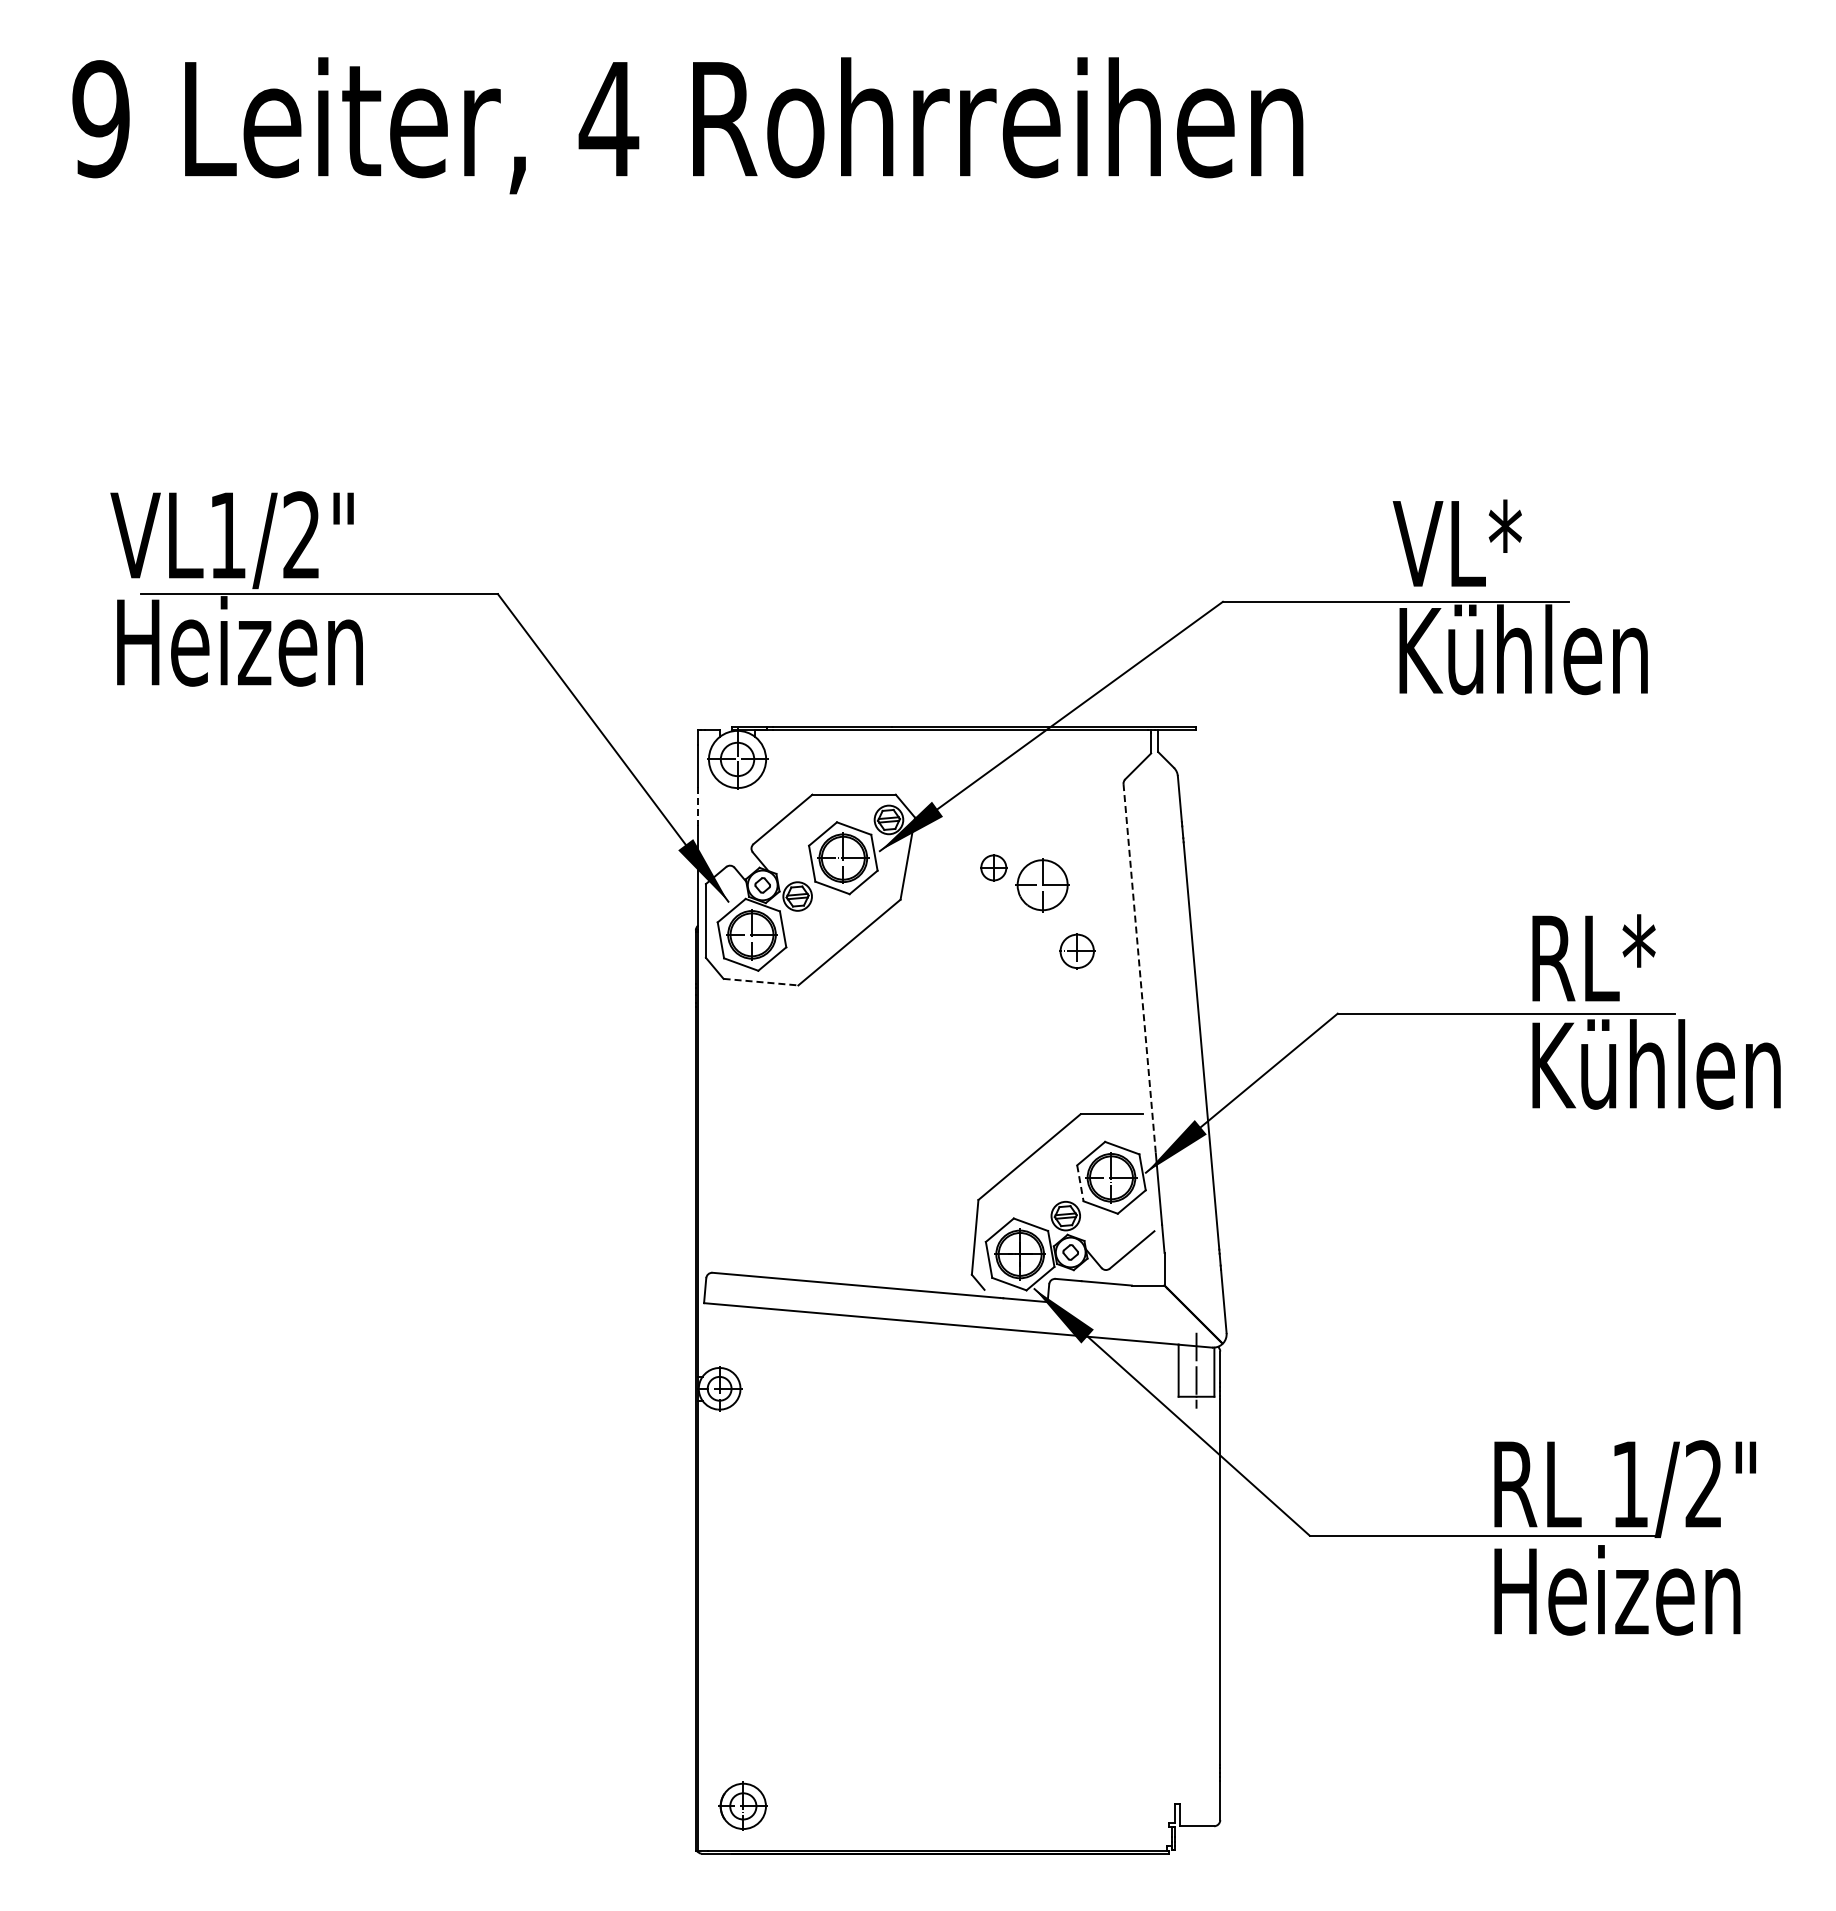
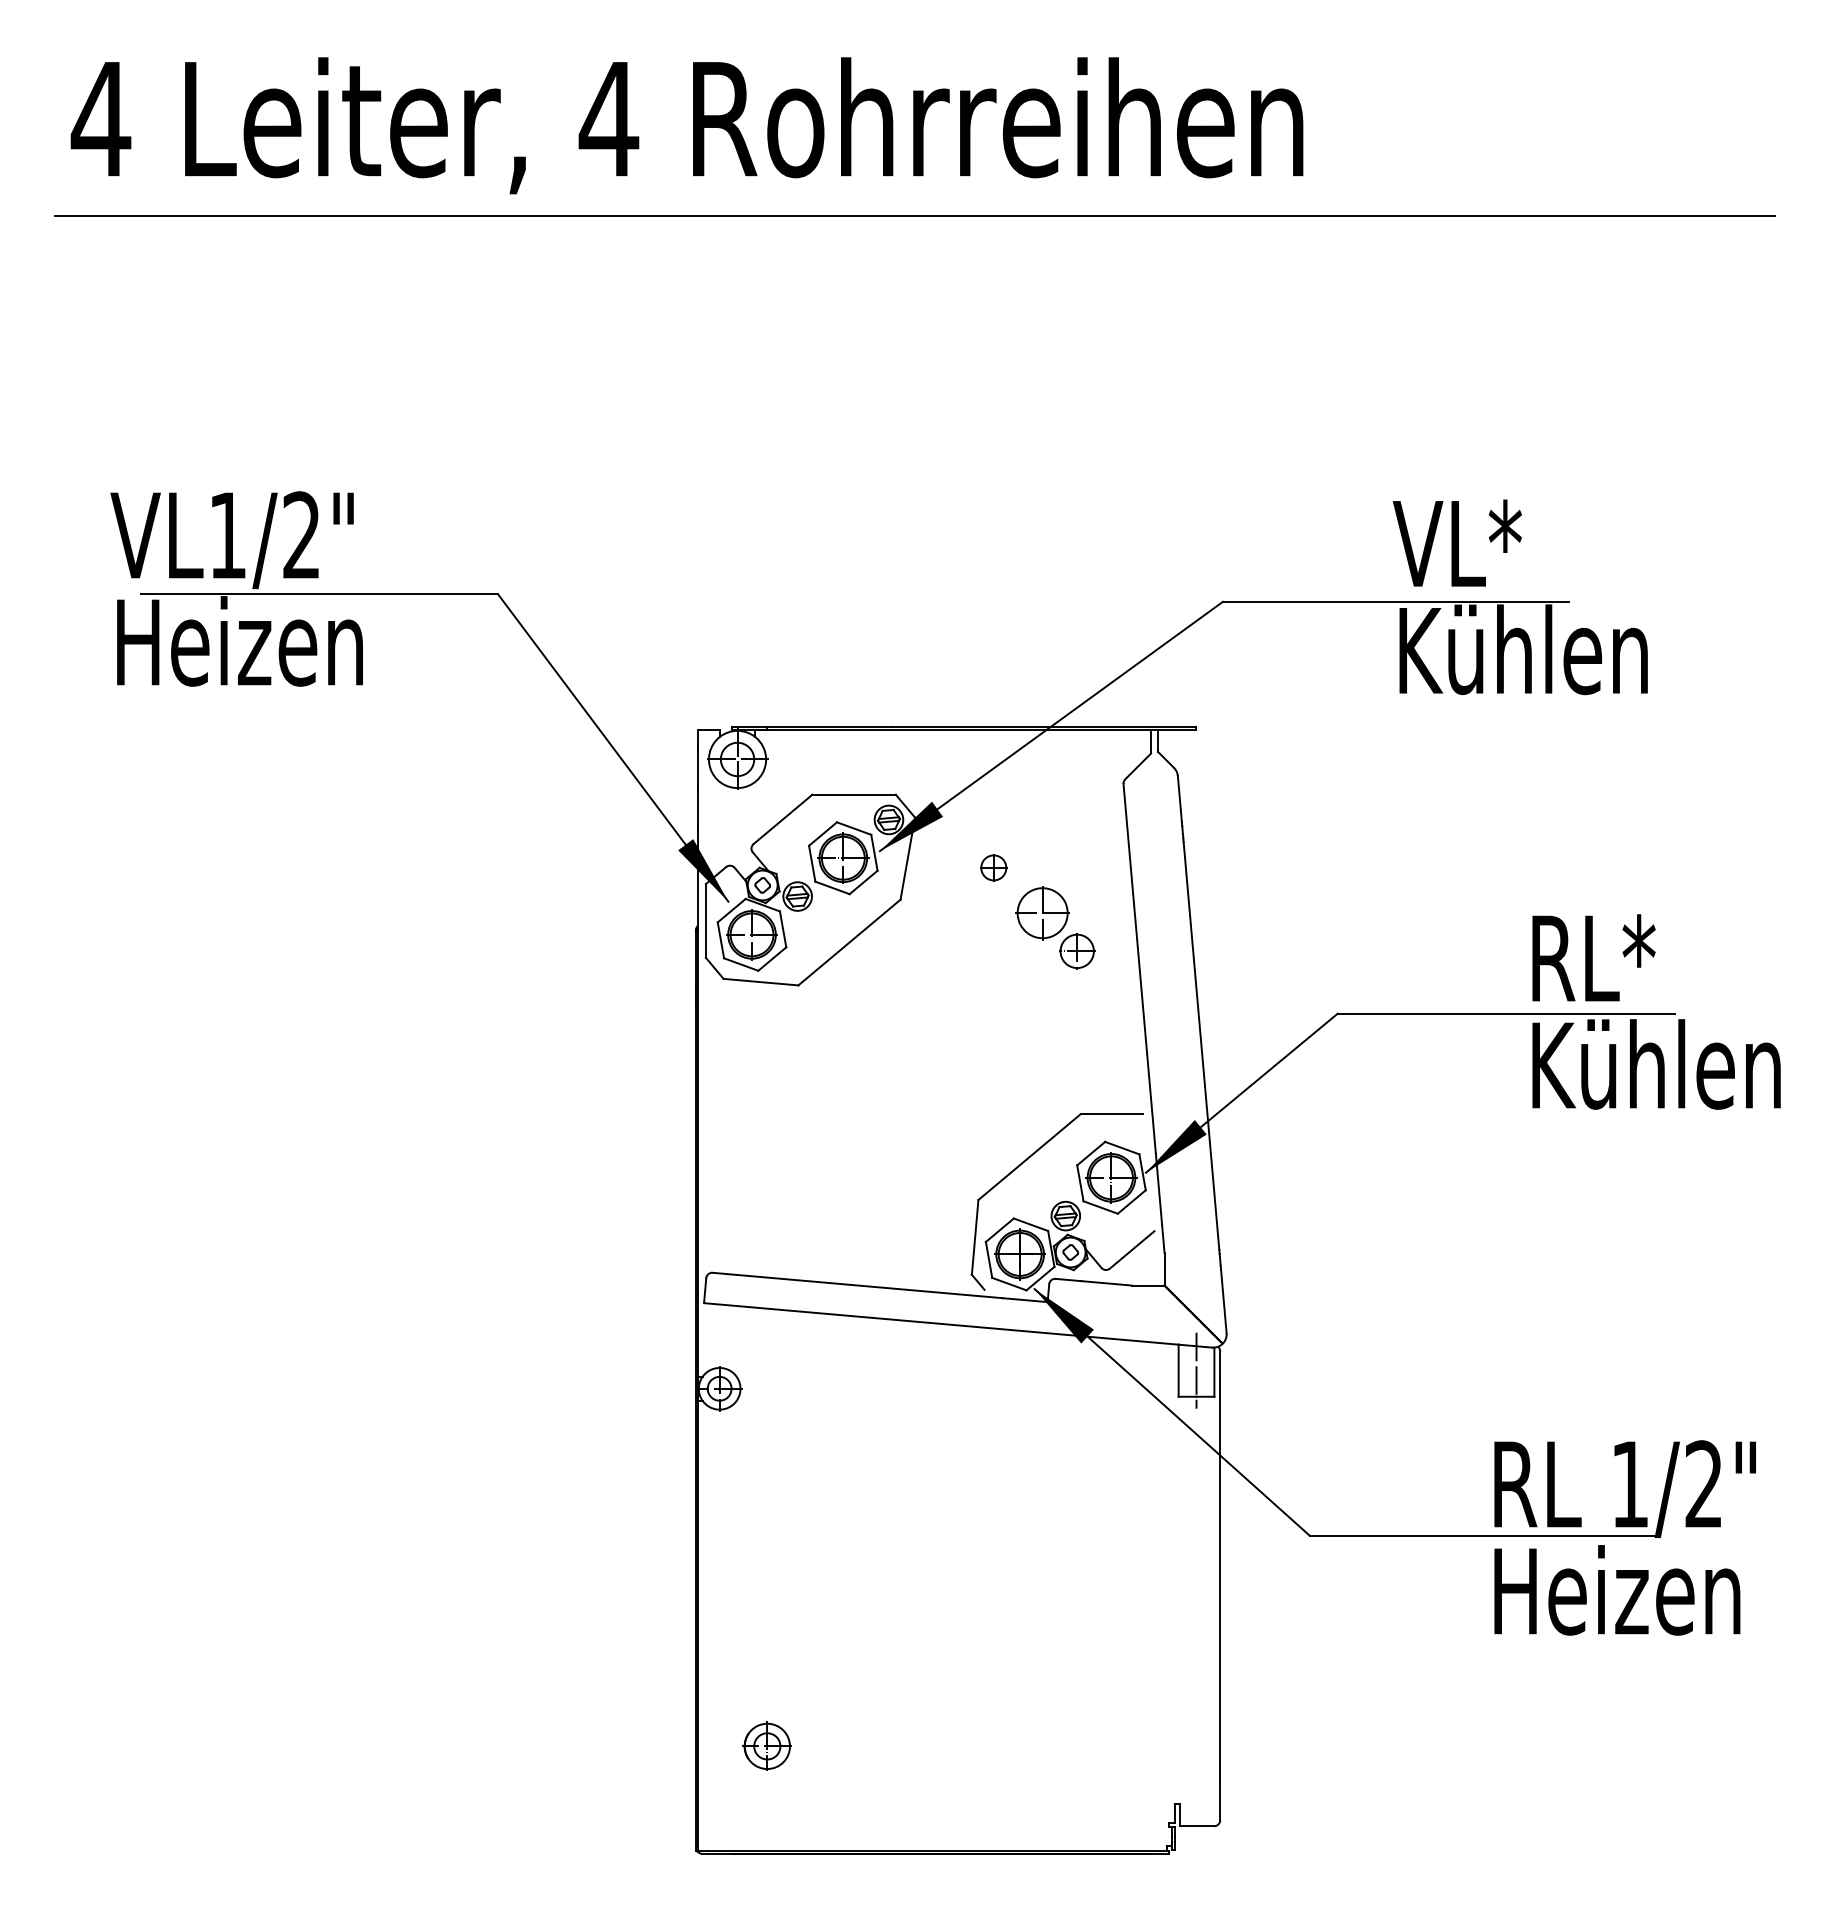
text at (100, 119): 9 -> 4
line at (914, 215): none -> present
line at (698, 806): dashed -> solid
part at (1042, 885) position: (1042, 885) -> (1042, 913)
line at (1139, 968): dashed -> solid
line at (761, 982): dashed -> solid
line at (1080, 1183): dashed -> solid
part at (742, 1805) position: (742, 1805) -> (766, 1745)
